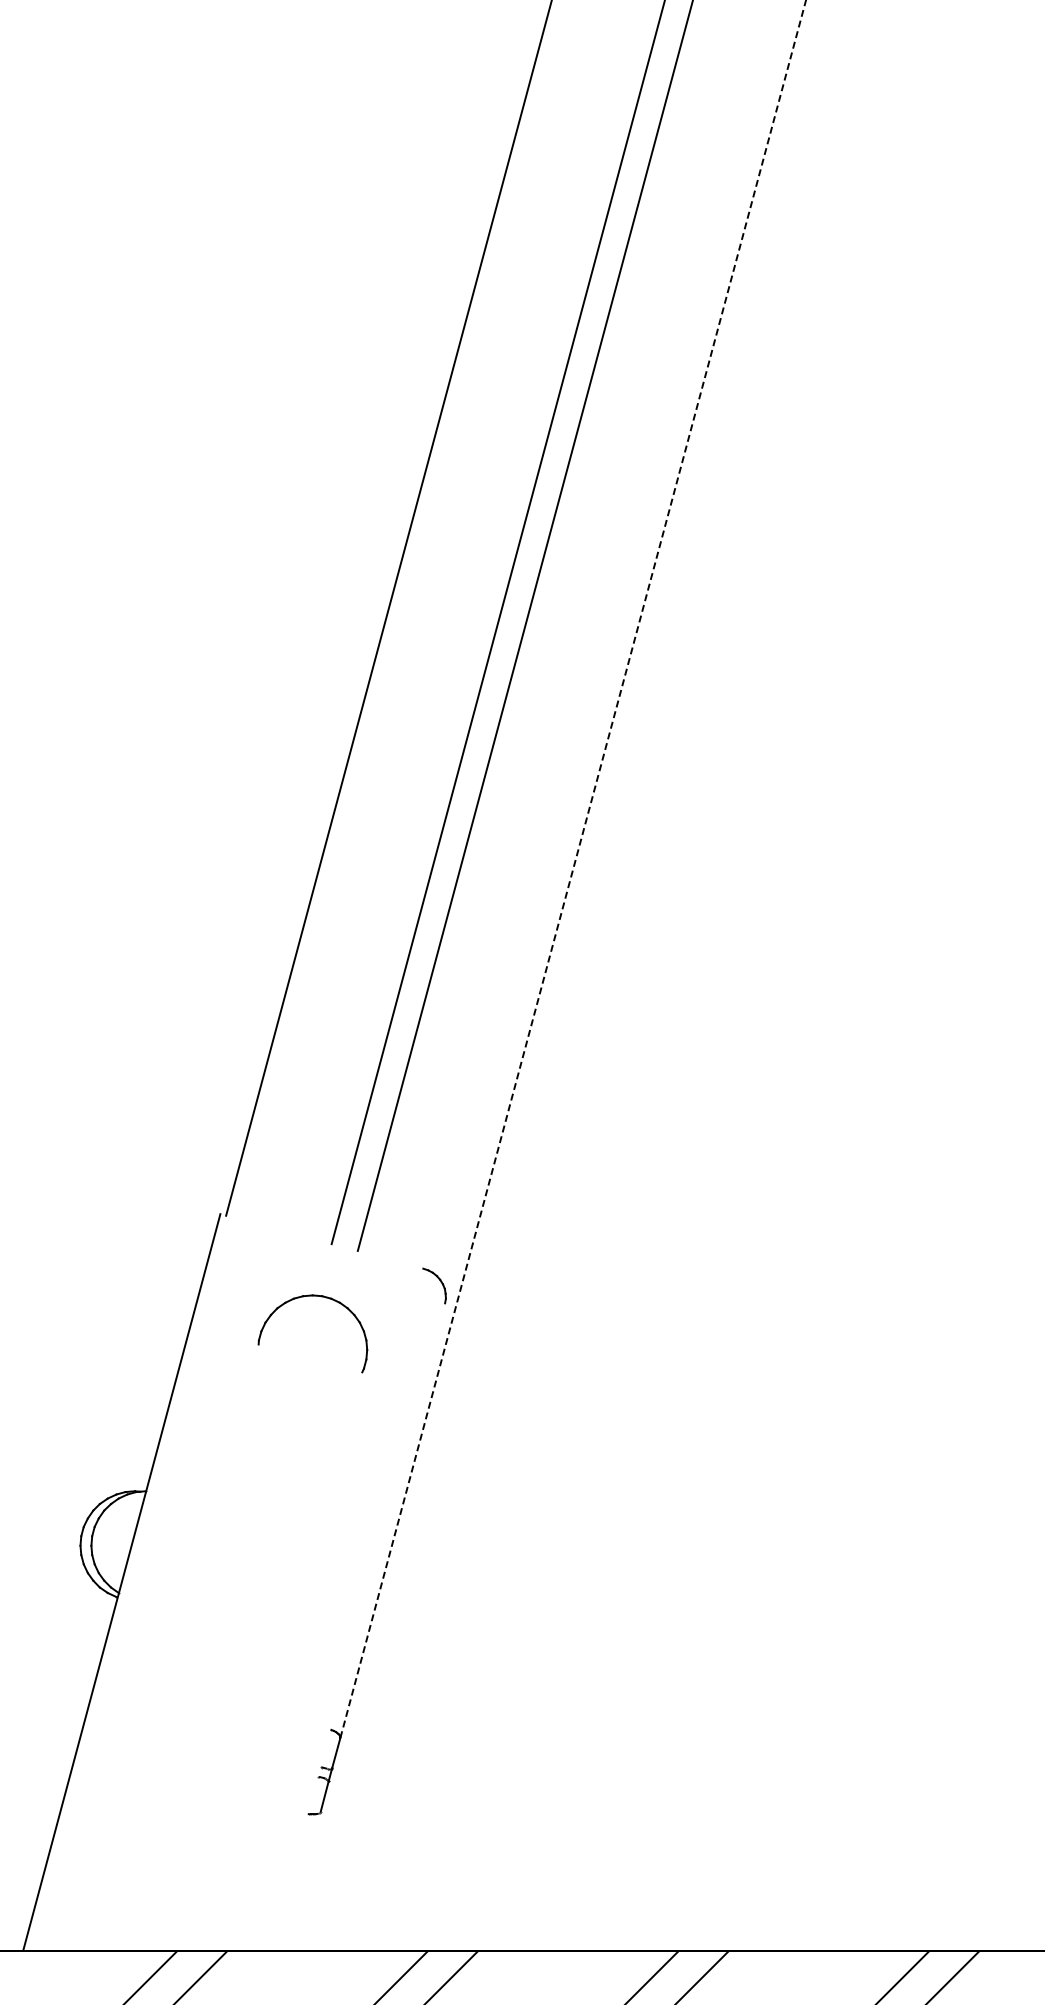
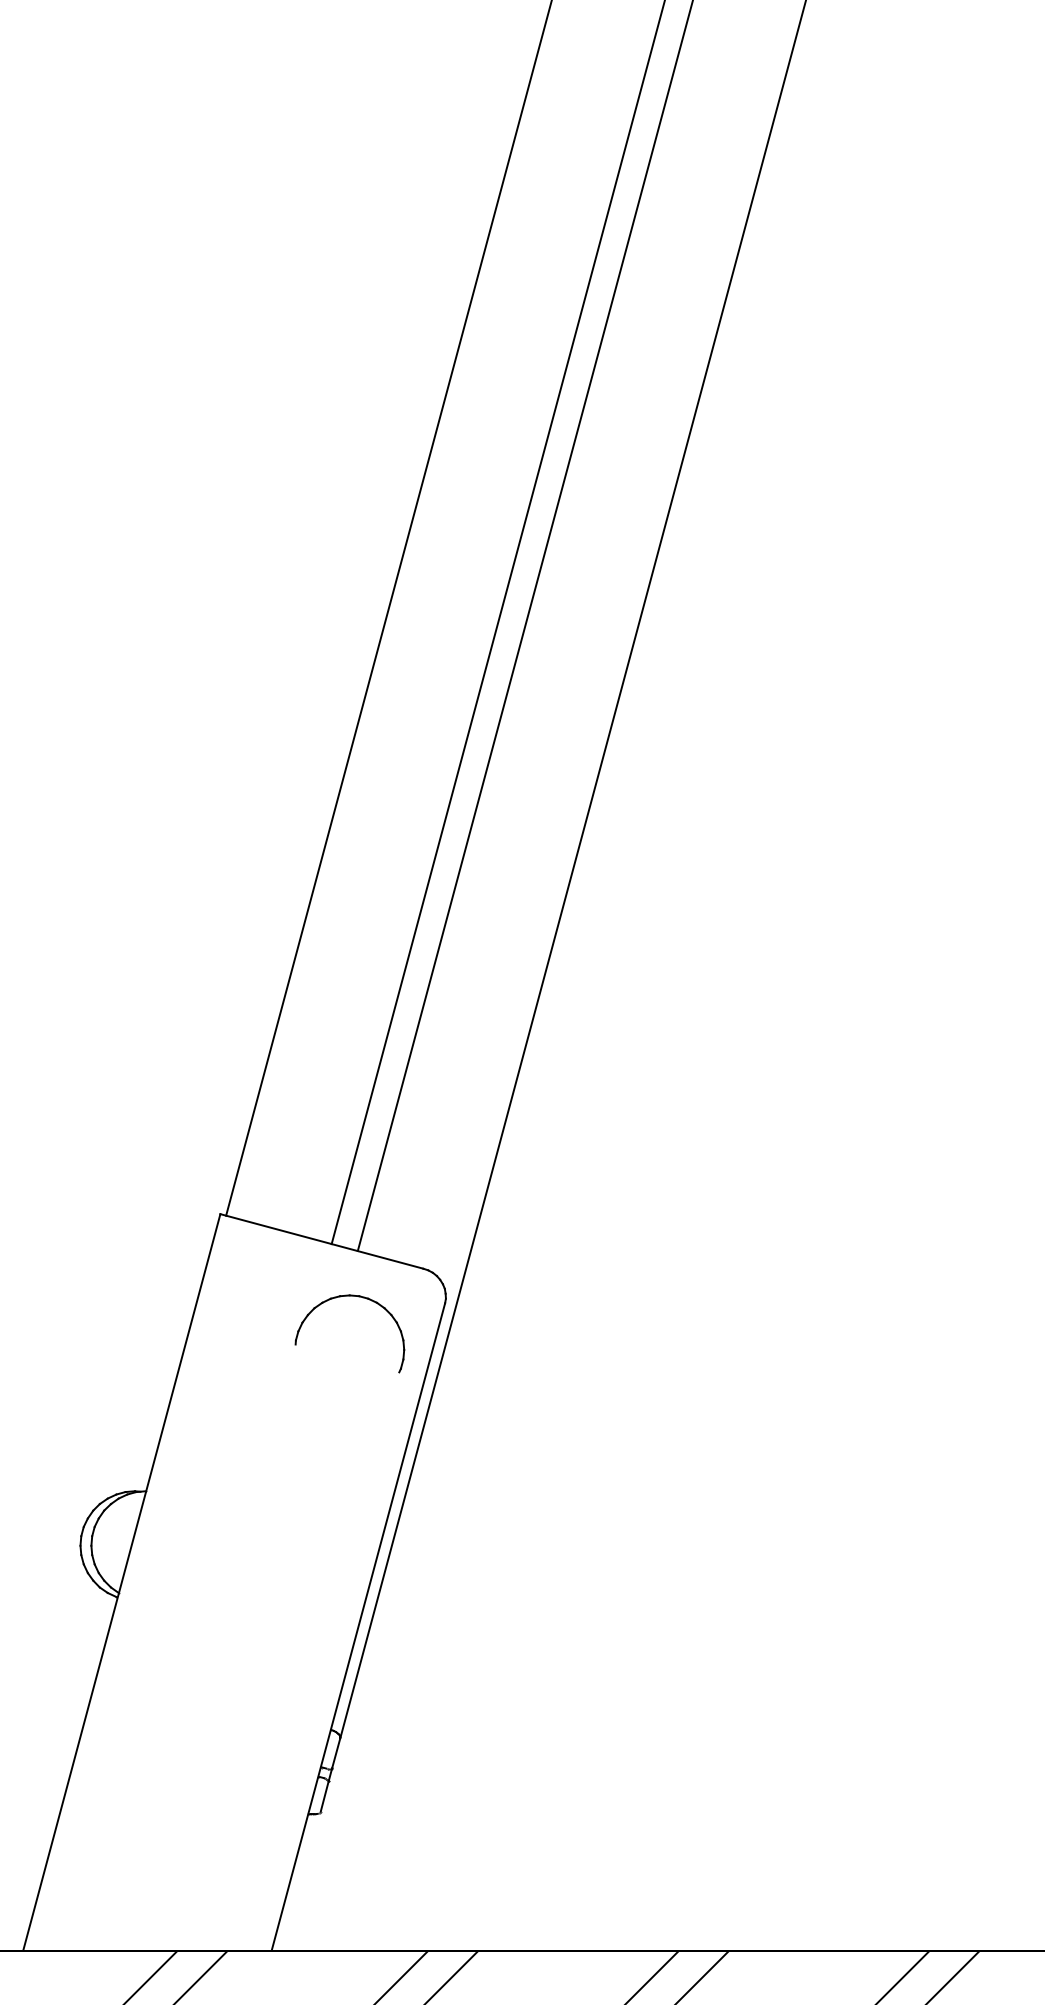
line at (573, 868): dashed -> solid
line at (321, 1241): none -> present
part at (312, 1296) position: (312, 1296) -> (349, 1296)
line at (358, 1626): none -> present
